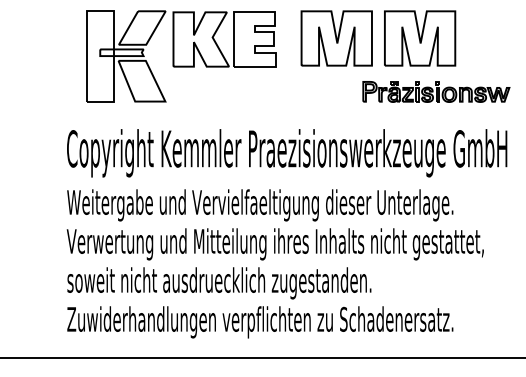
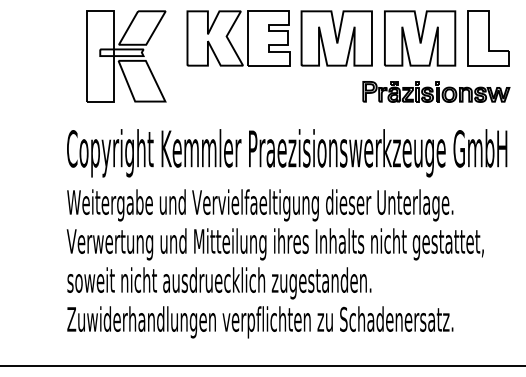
part at (488, 38): none -> present
part at (217, 43) position: (217, 43) -> (231, 42)
line at (262, 357) position: (262, 357) -> (262, 365)
